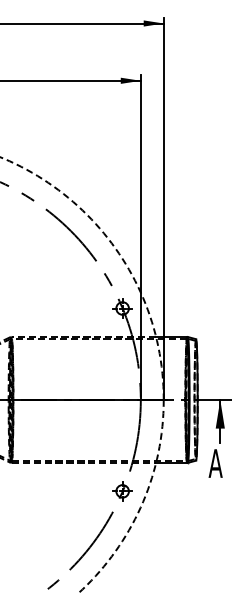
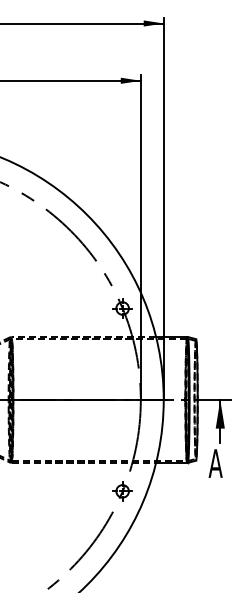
circle at (81, 374): dashed -> solid
